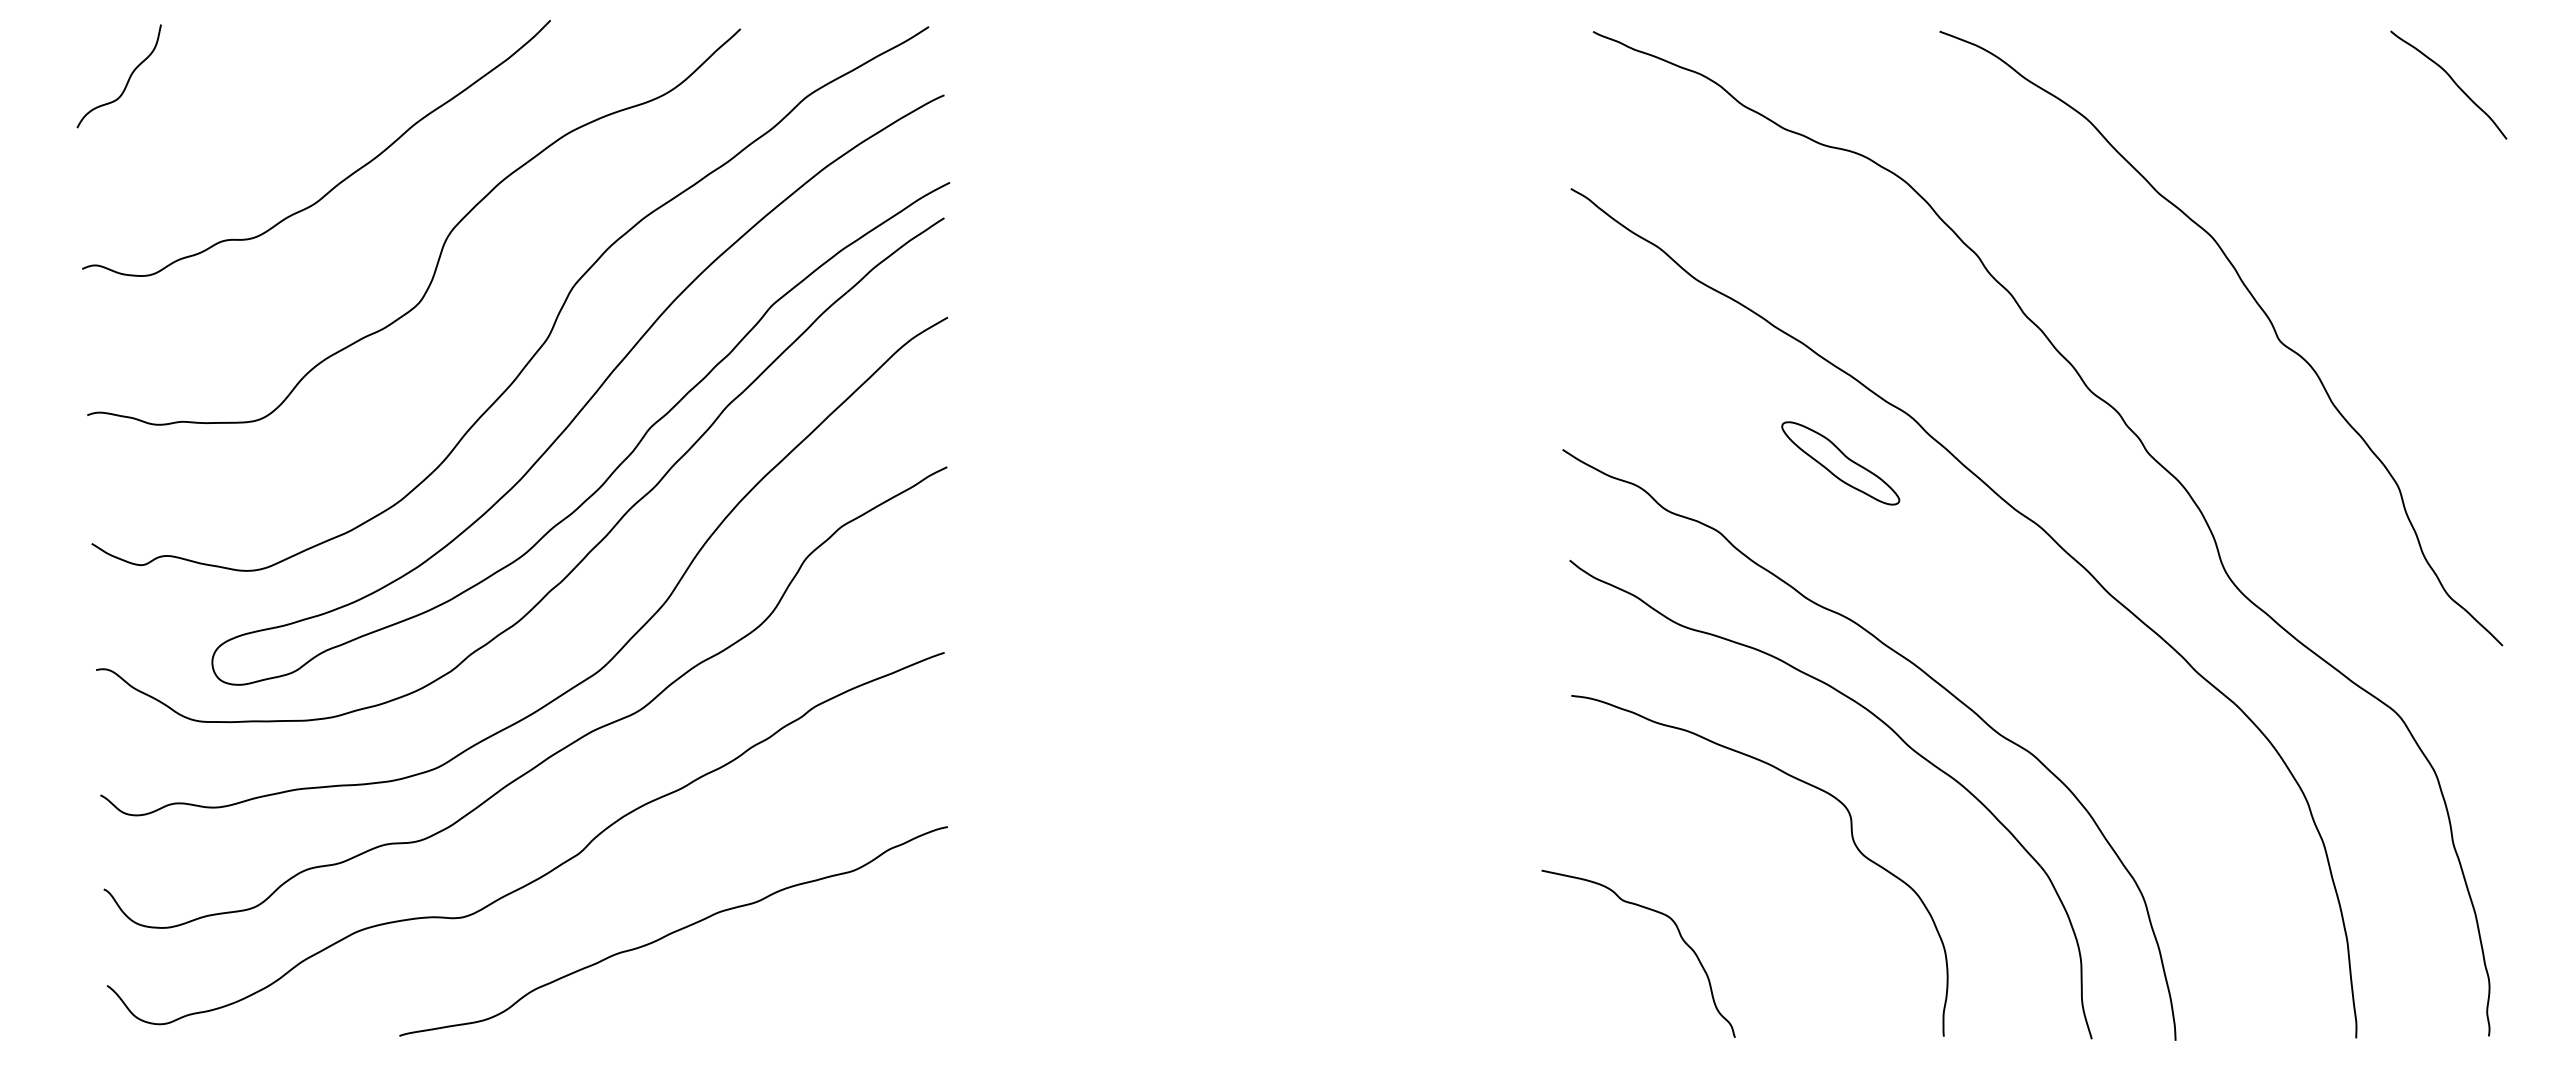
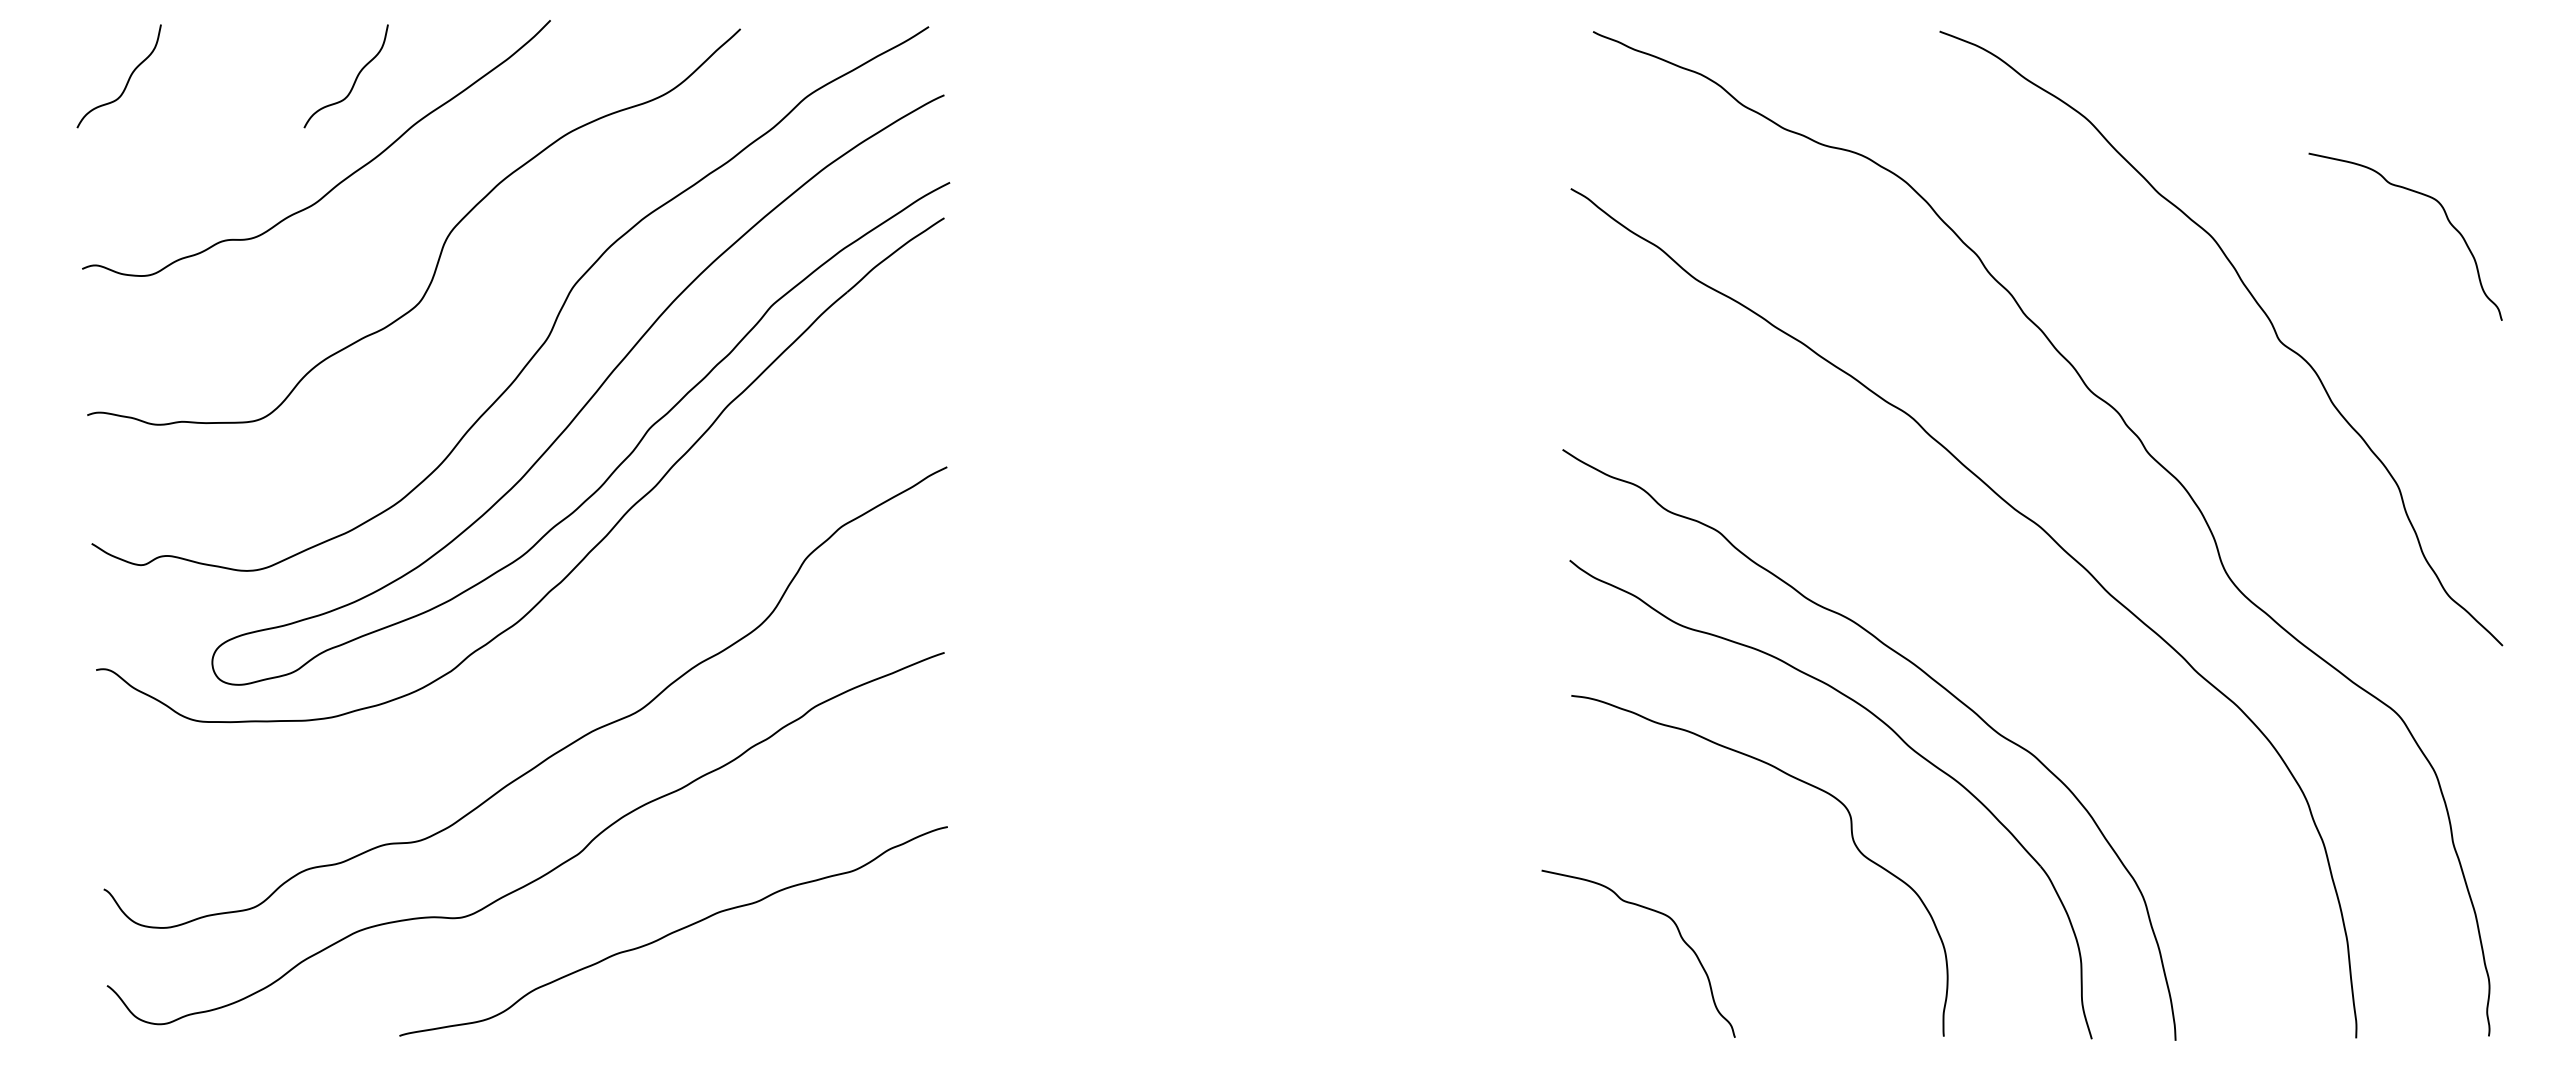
curve at (354, 80): none -> present
curve at (2452, 81): present -> none
curve at (2420, 194): none -> present
part at (1840, 463): present -> none
curve at (614, 654): present -> none
